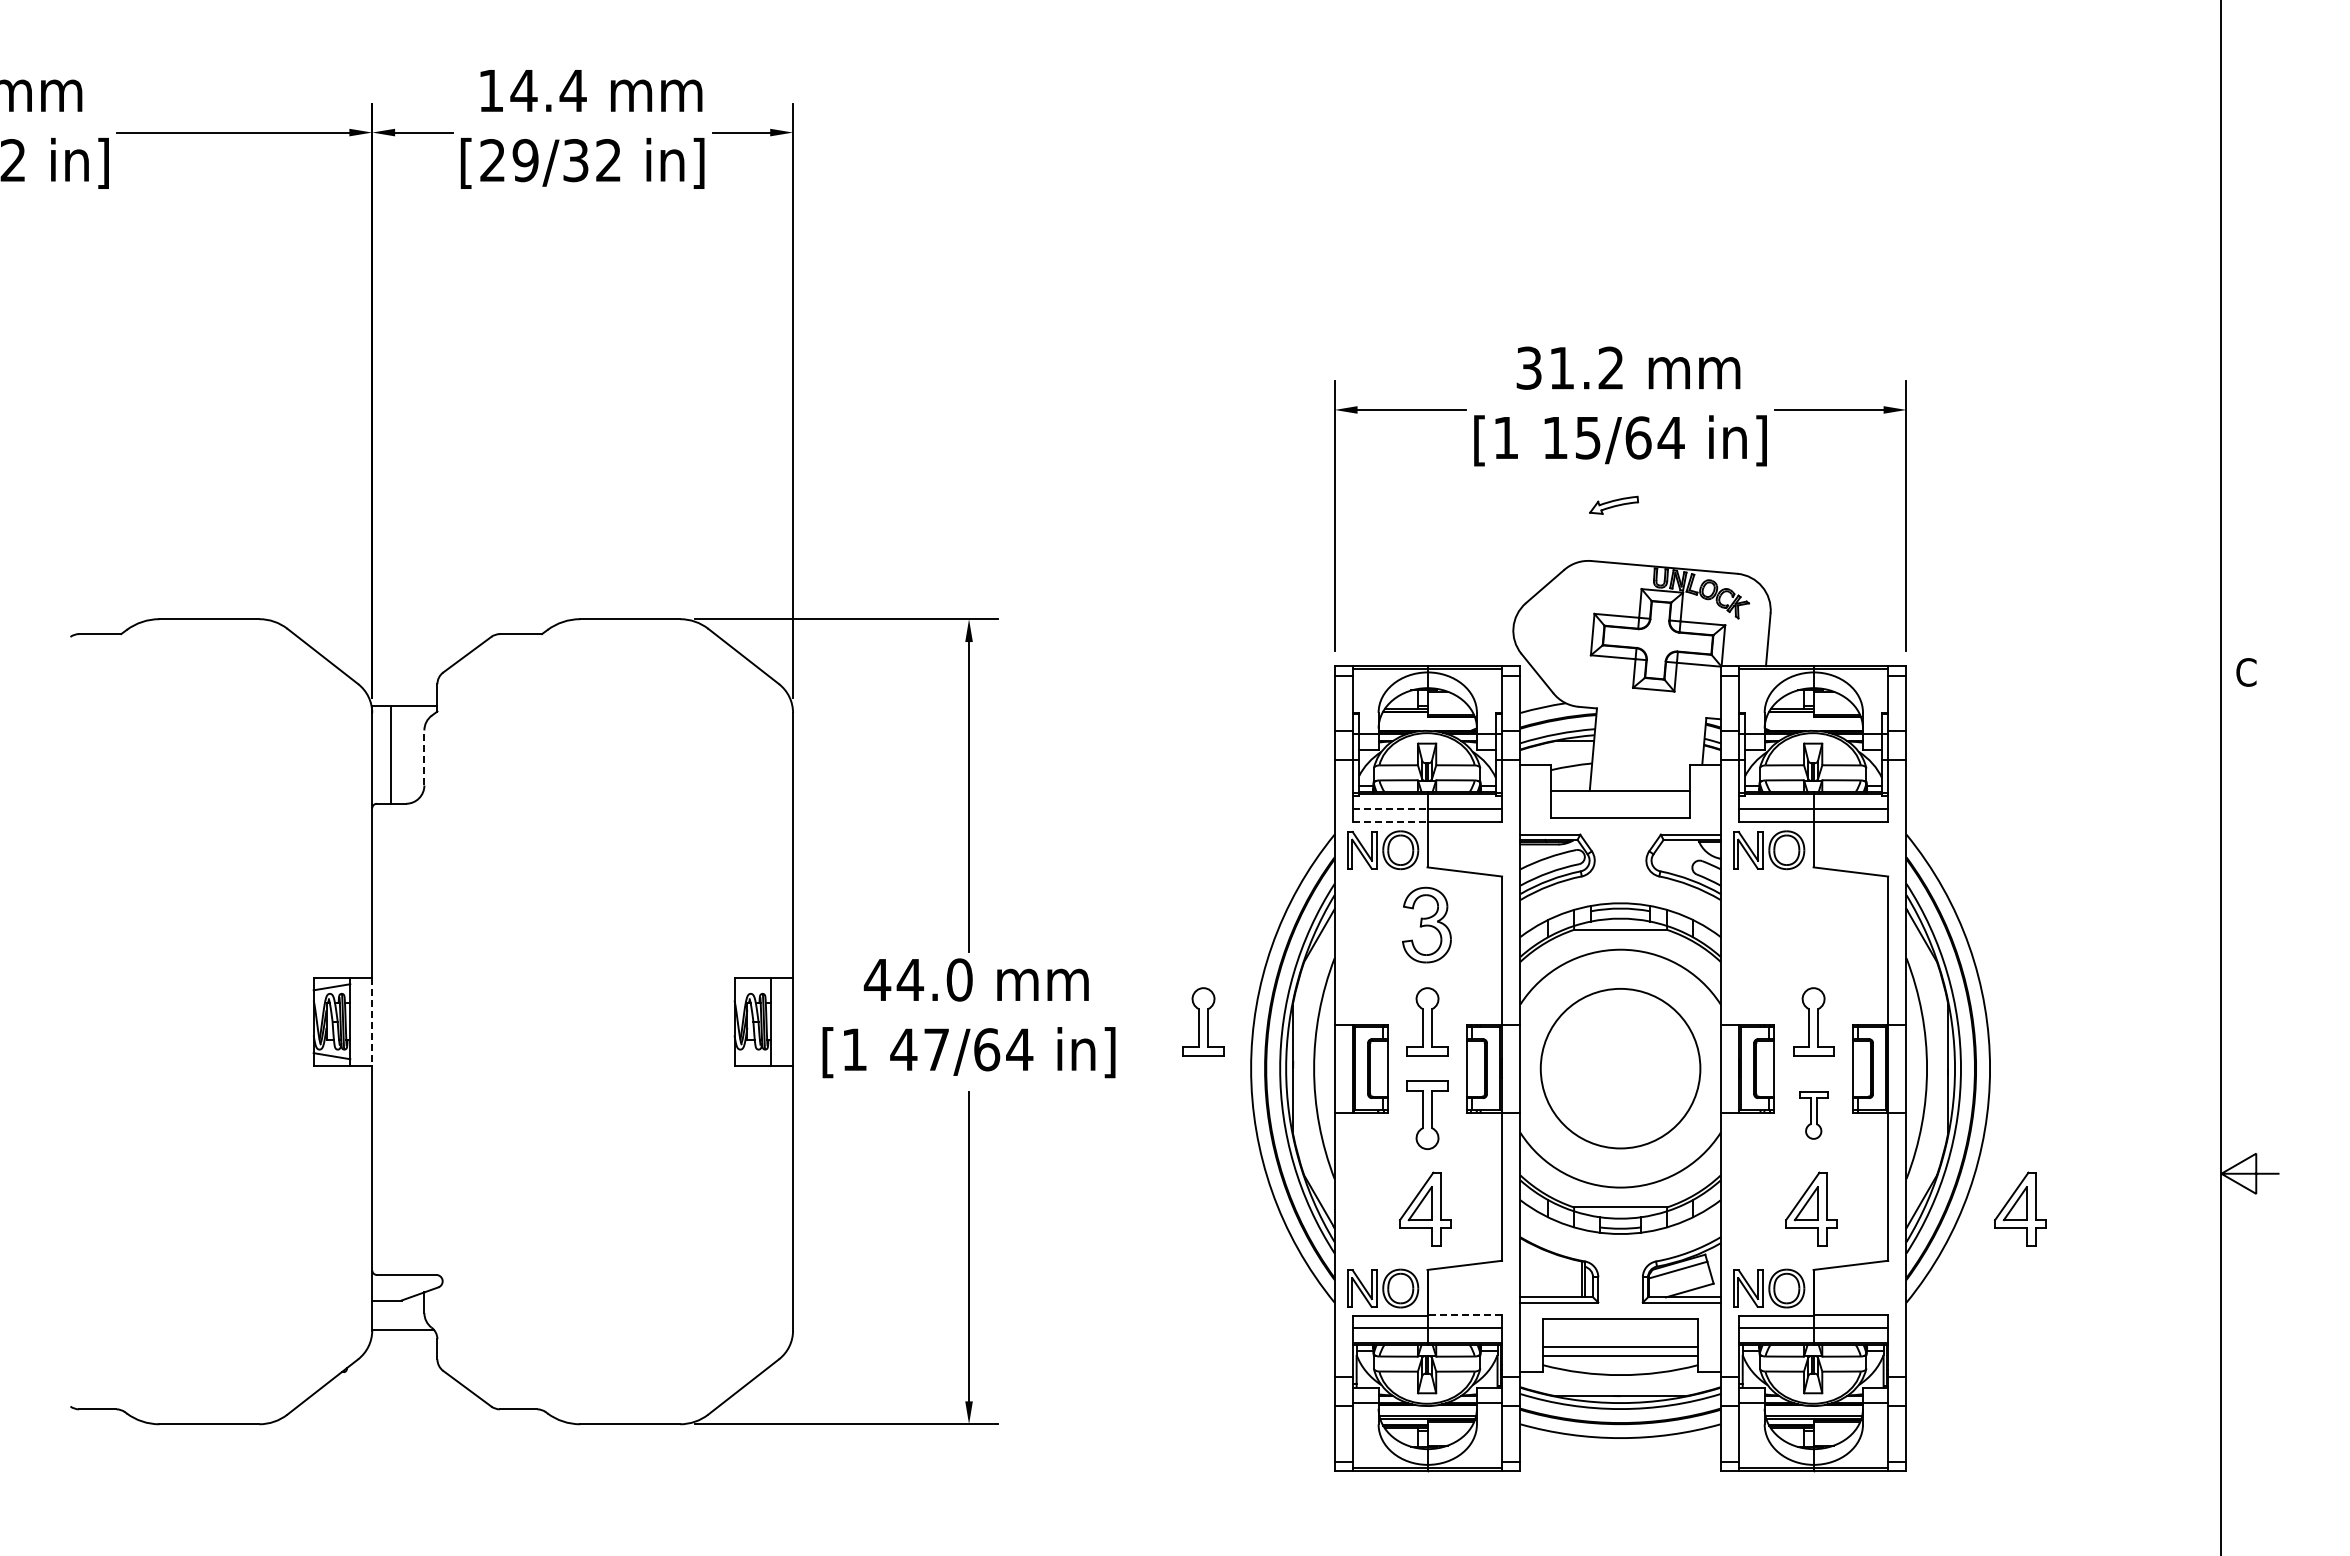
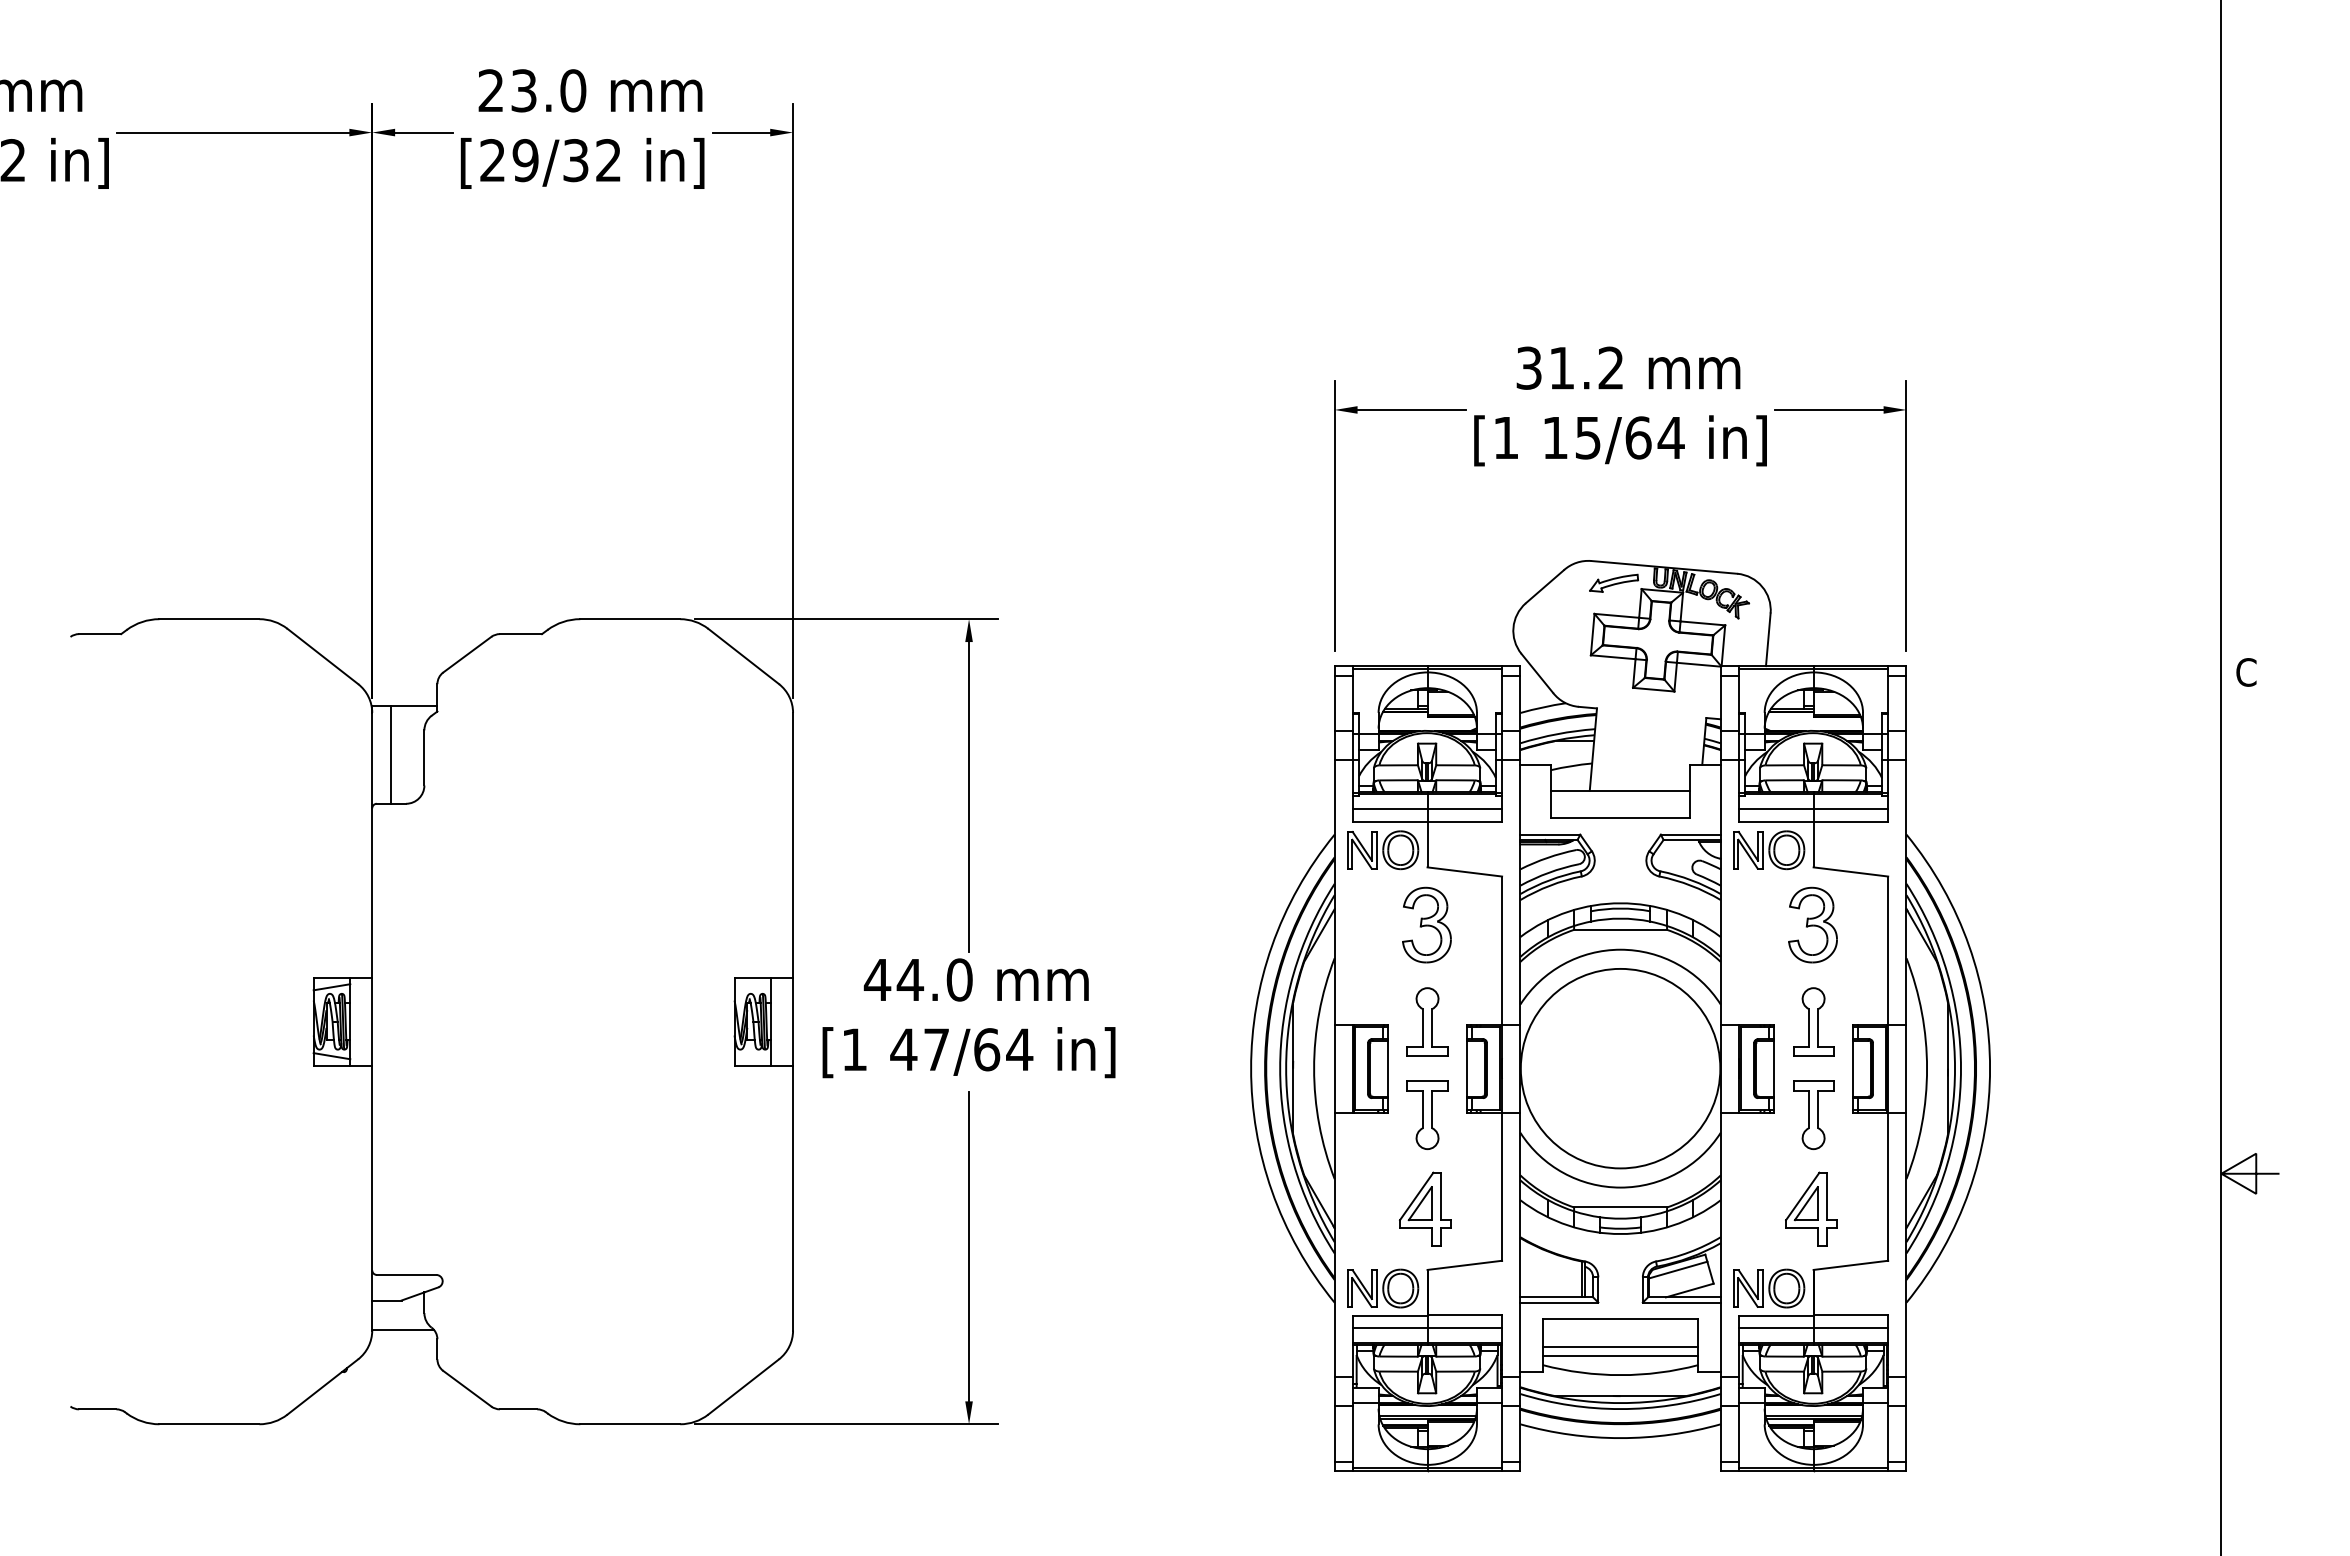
text at (532, 90): 14.4 -> 23.0
part at (1614, 504) position: (1614, 504) -> (1614, 582)
line at (424, 757): dashed -> solid
line at (1390, 808): dashed -> solid
line at (1390, 821): dashed -> solid
part at (1812, 924): none -> present
line at (372, 1021): dashed -> solid
part at (1203, 1021): present -> none
circle at (1620, 1068) diameter: 160 px -> 200 px
part at (1813, 1115) size: 30x49 px -> 42x70 px
part at (2020, 1208): present -> none
line at (1464, 1315): dashed -> solid
